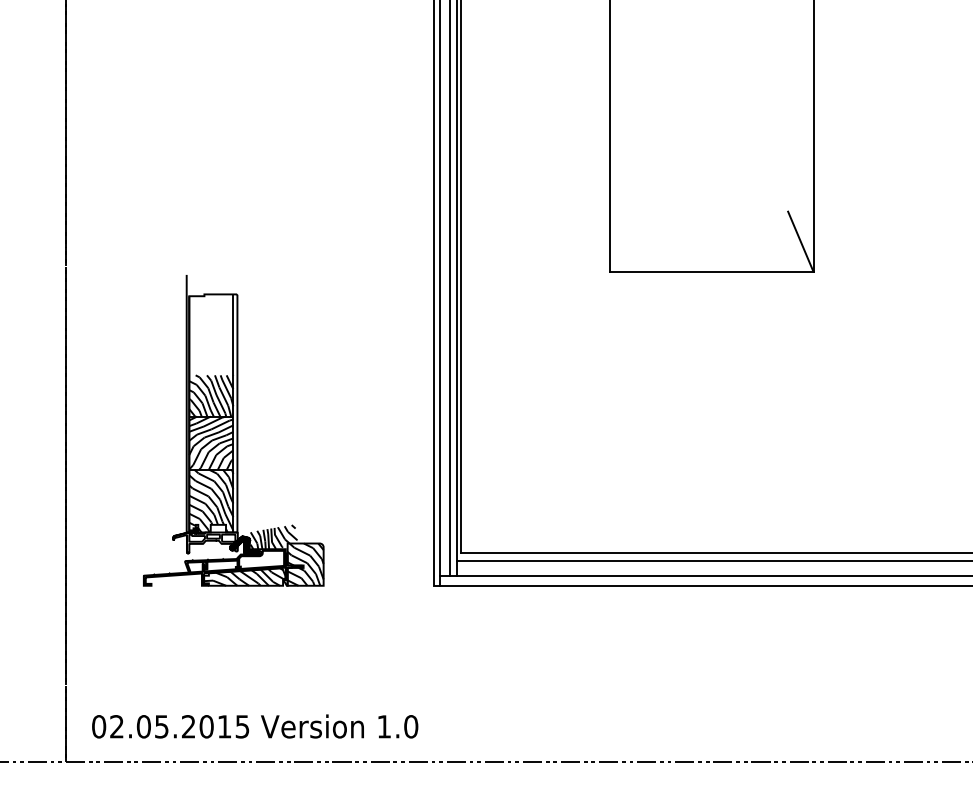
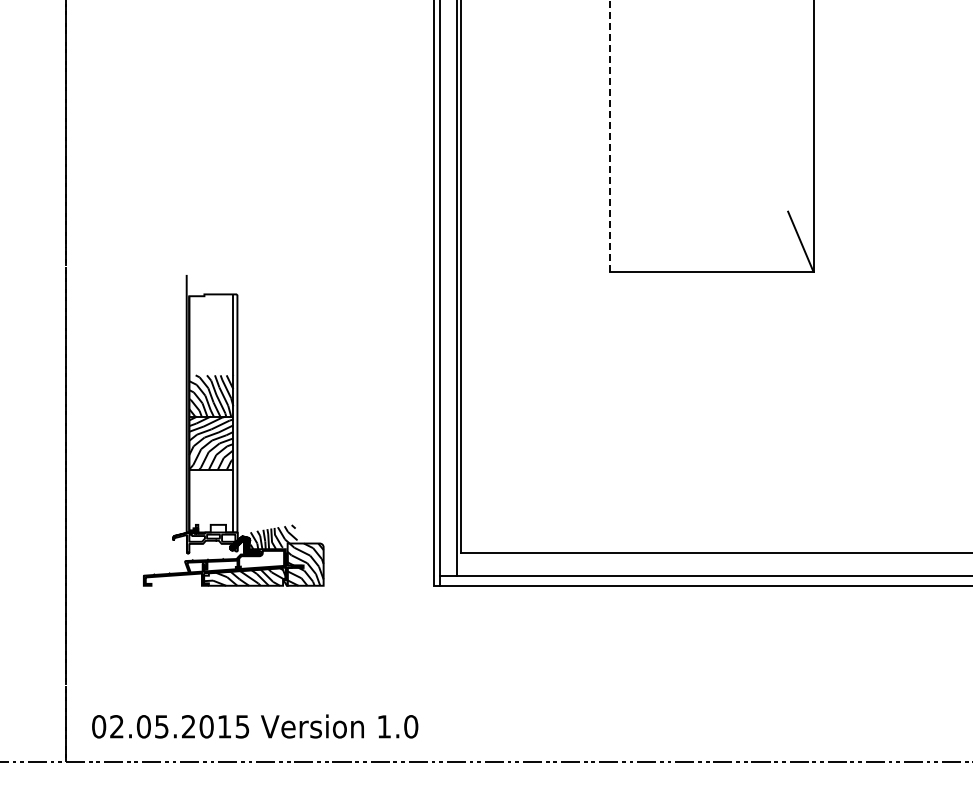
line at (610, 135): solid -> dashed
line at (449, 288): present -> none
hatch at (211, 500): present -> none
line at (713, 561): present -> none
